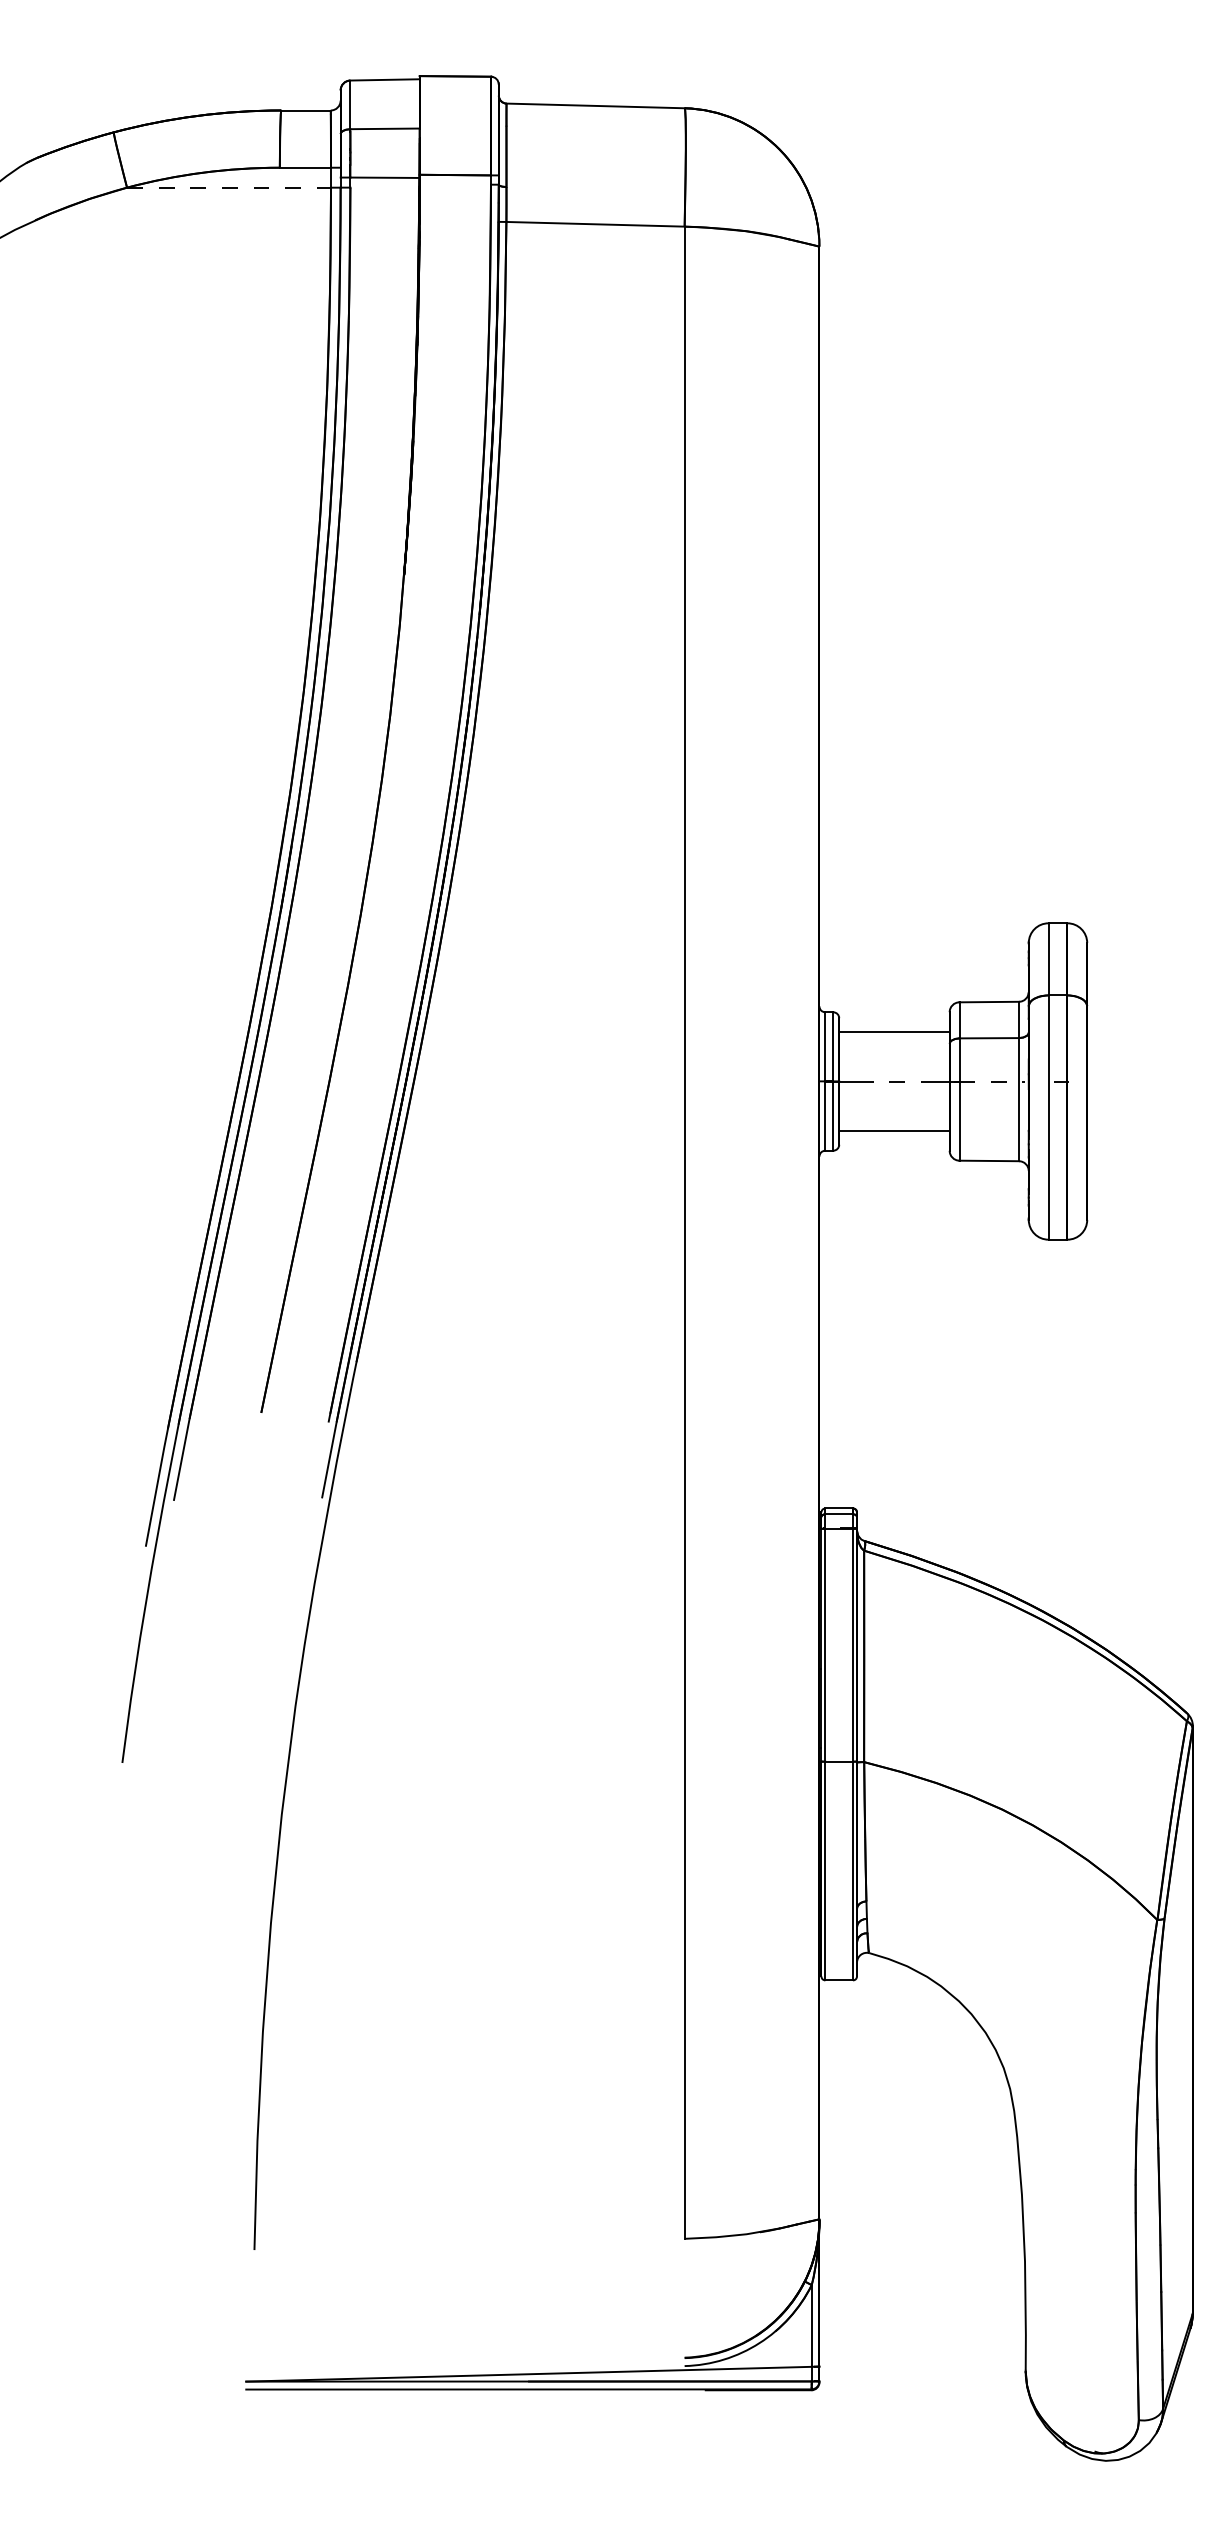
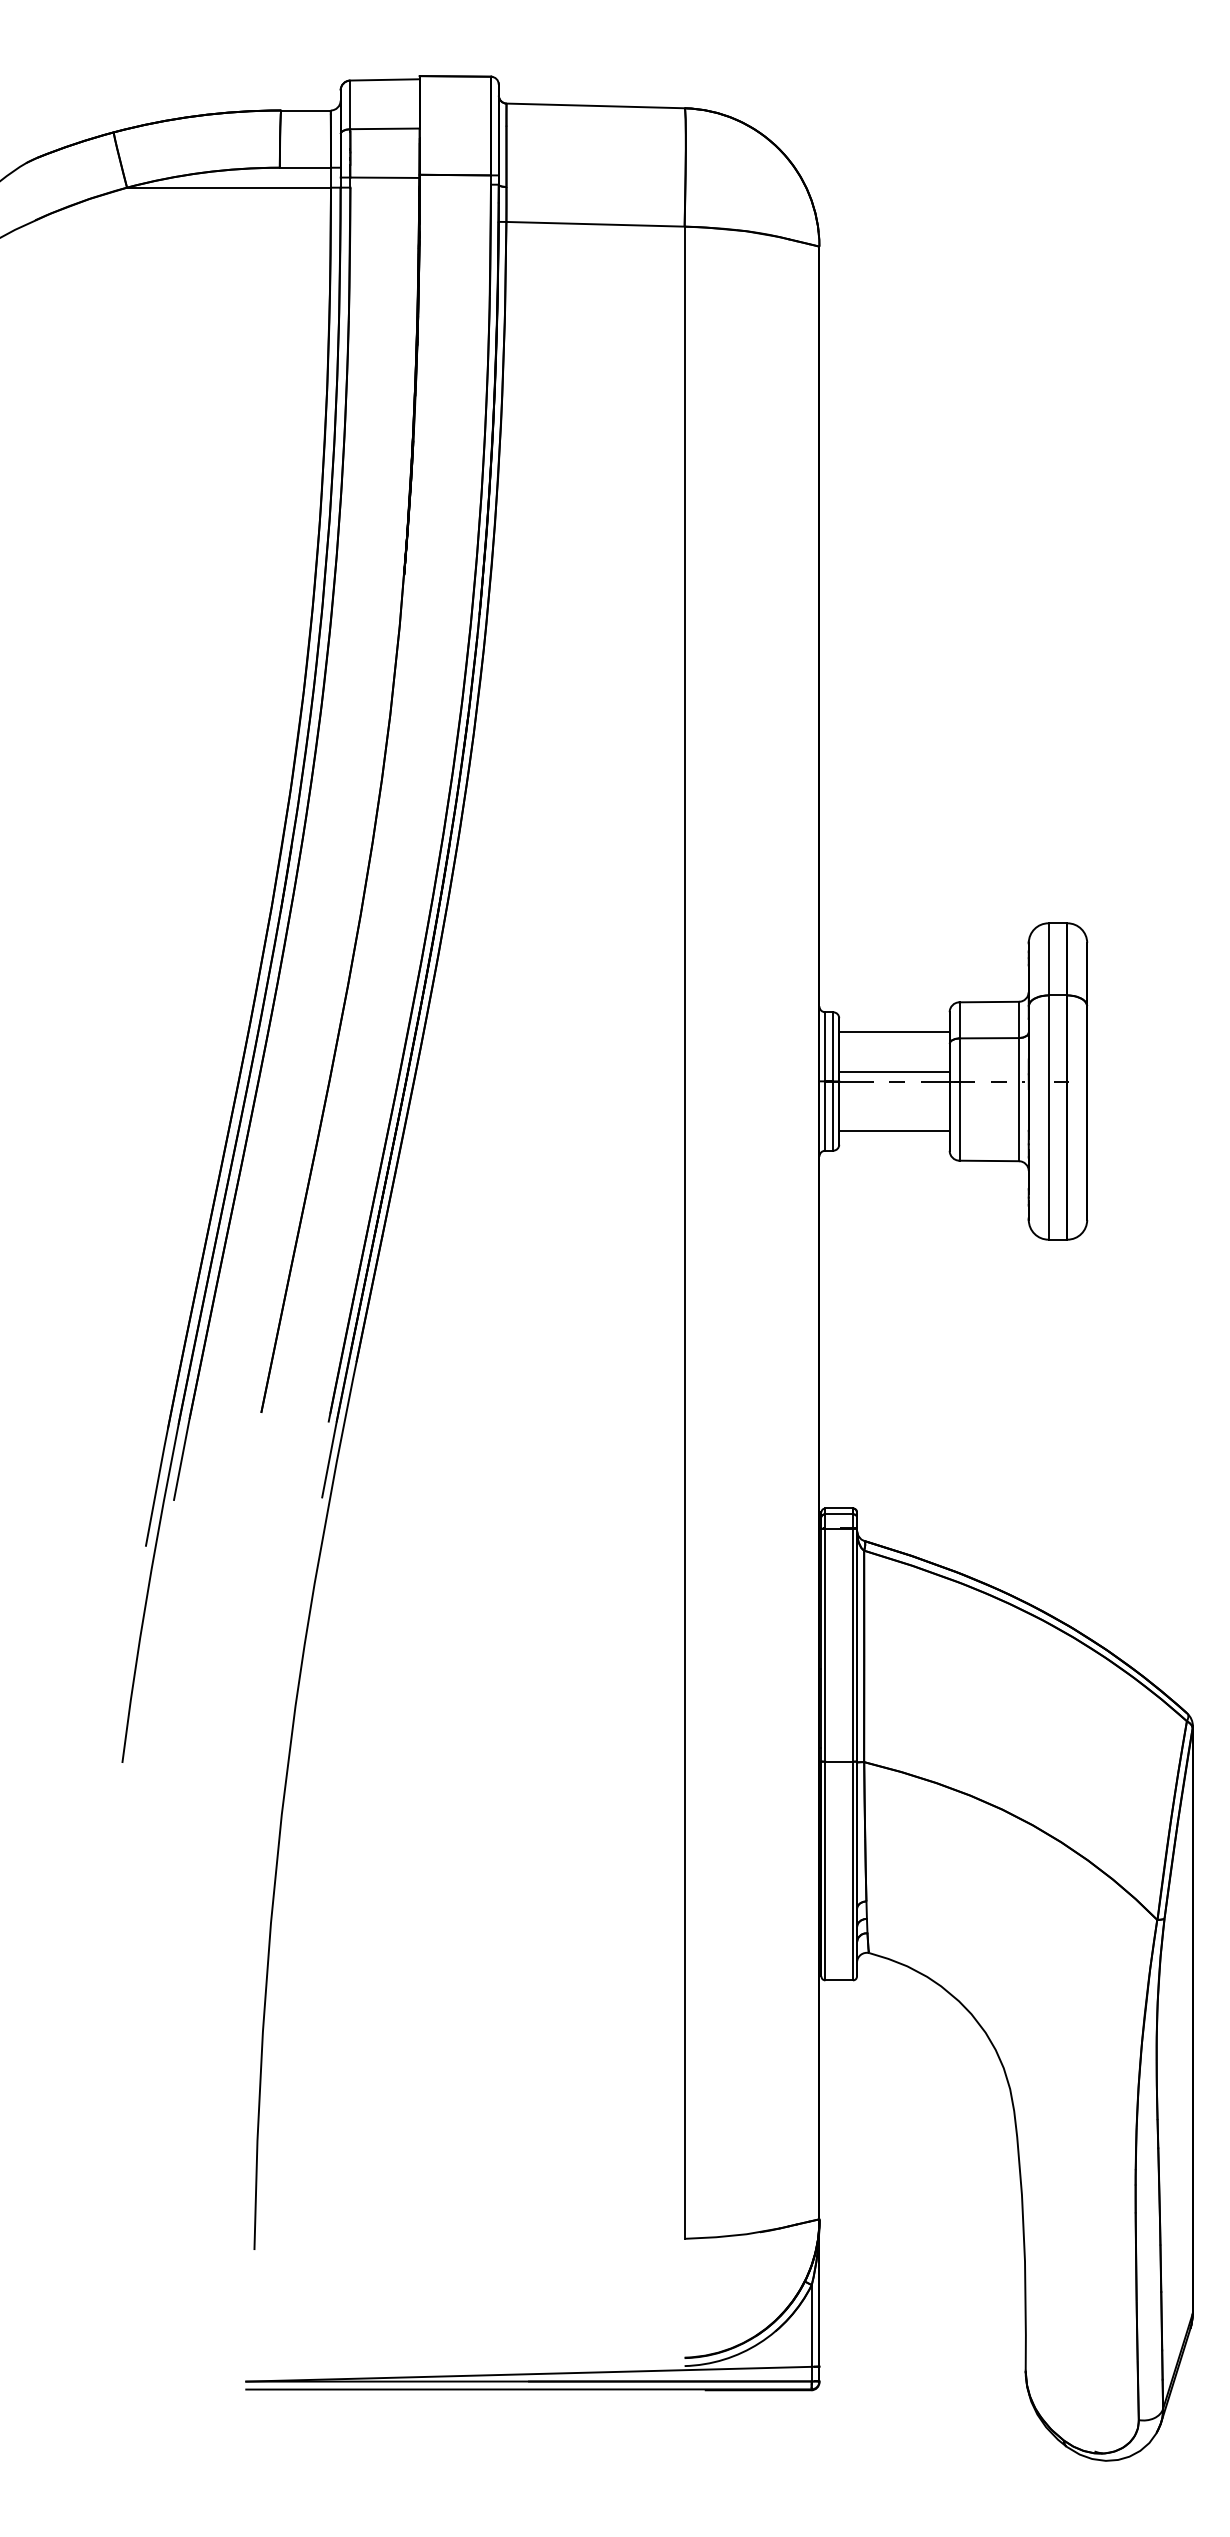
line at (229, 187): dashed -> solid
line at (894, 1071): none -> present
